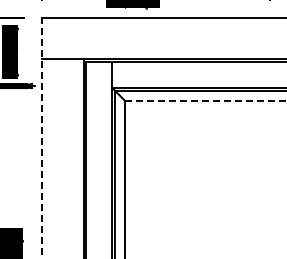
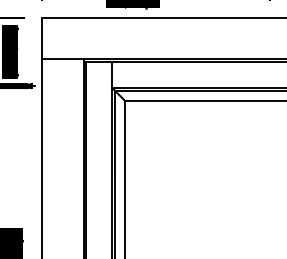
line at (206, 101): dashed -> solid
line at (42, 137): dashed -> solid
